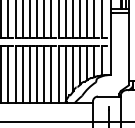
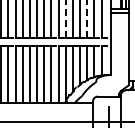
line at (65, 19): solid -> dashed
line at (87, 19): solid -> dashed
